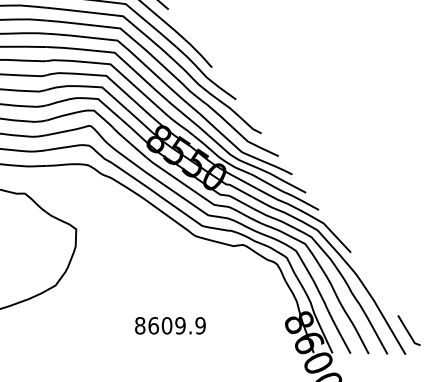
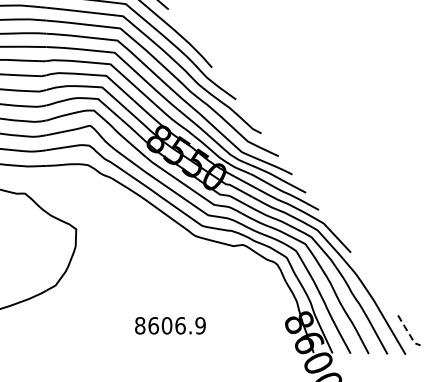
text at (180, 325): 8609.9 -> 8606.9
line at (408, 332): solid -> dashed
